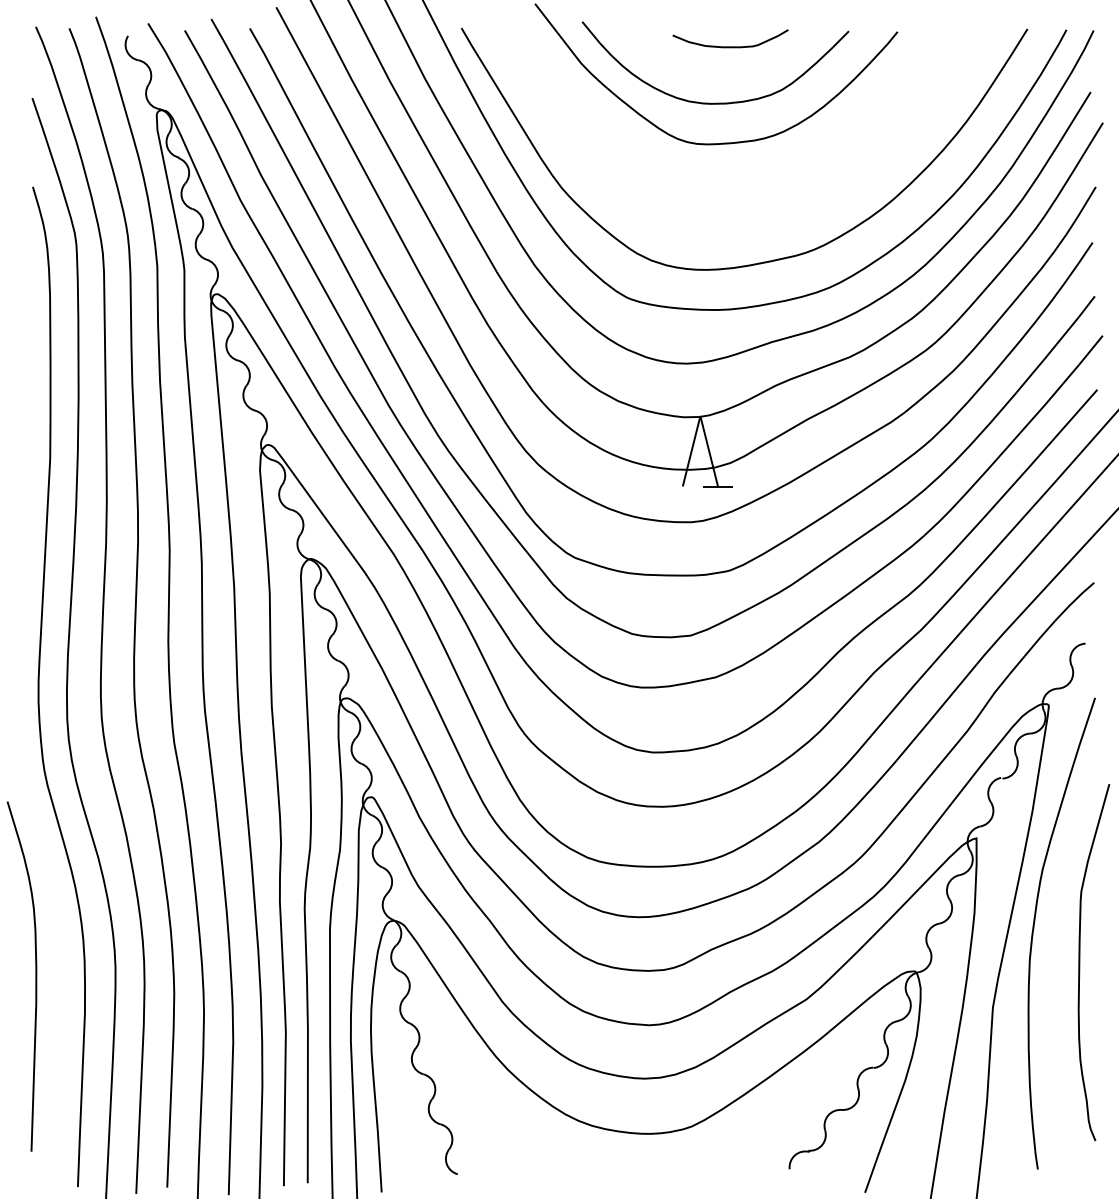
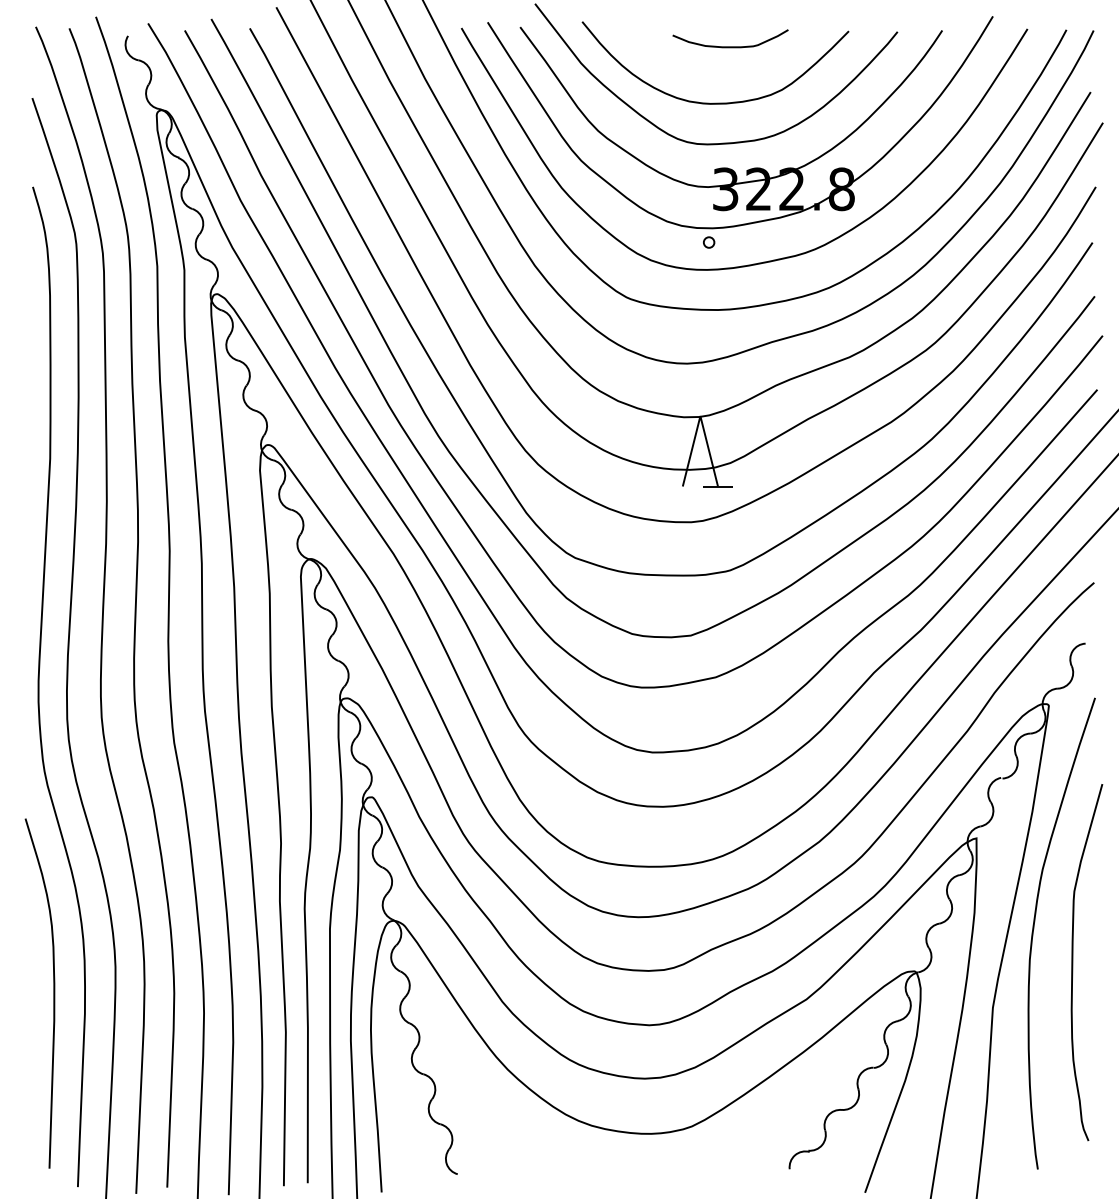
part at (727, 167): none -> present
curve at (1080, 962) position: (1080, 962) -> (1073, 962)
curve at (35, 976) position: (35, 976) -> (53, 993)
